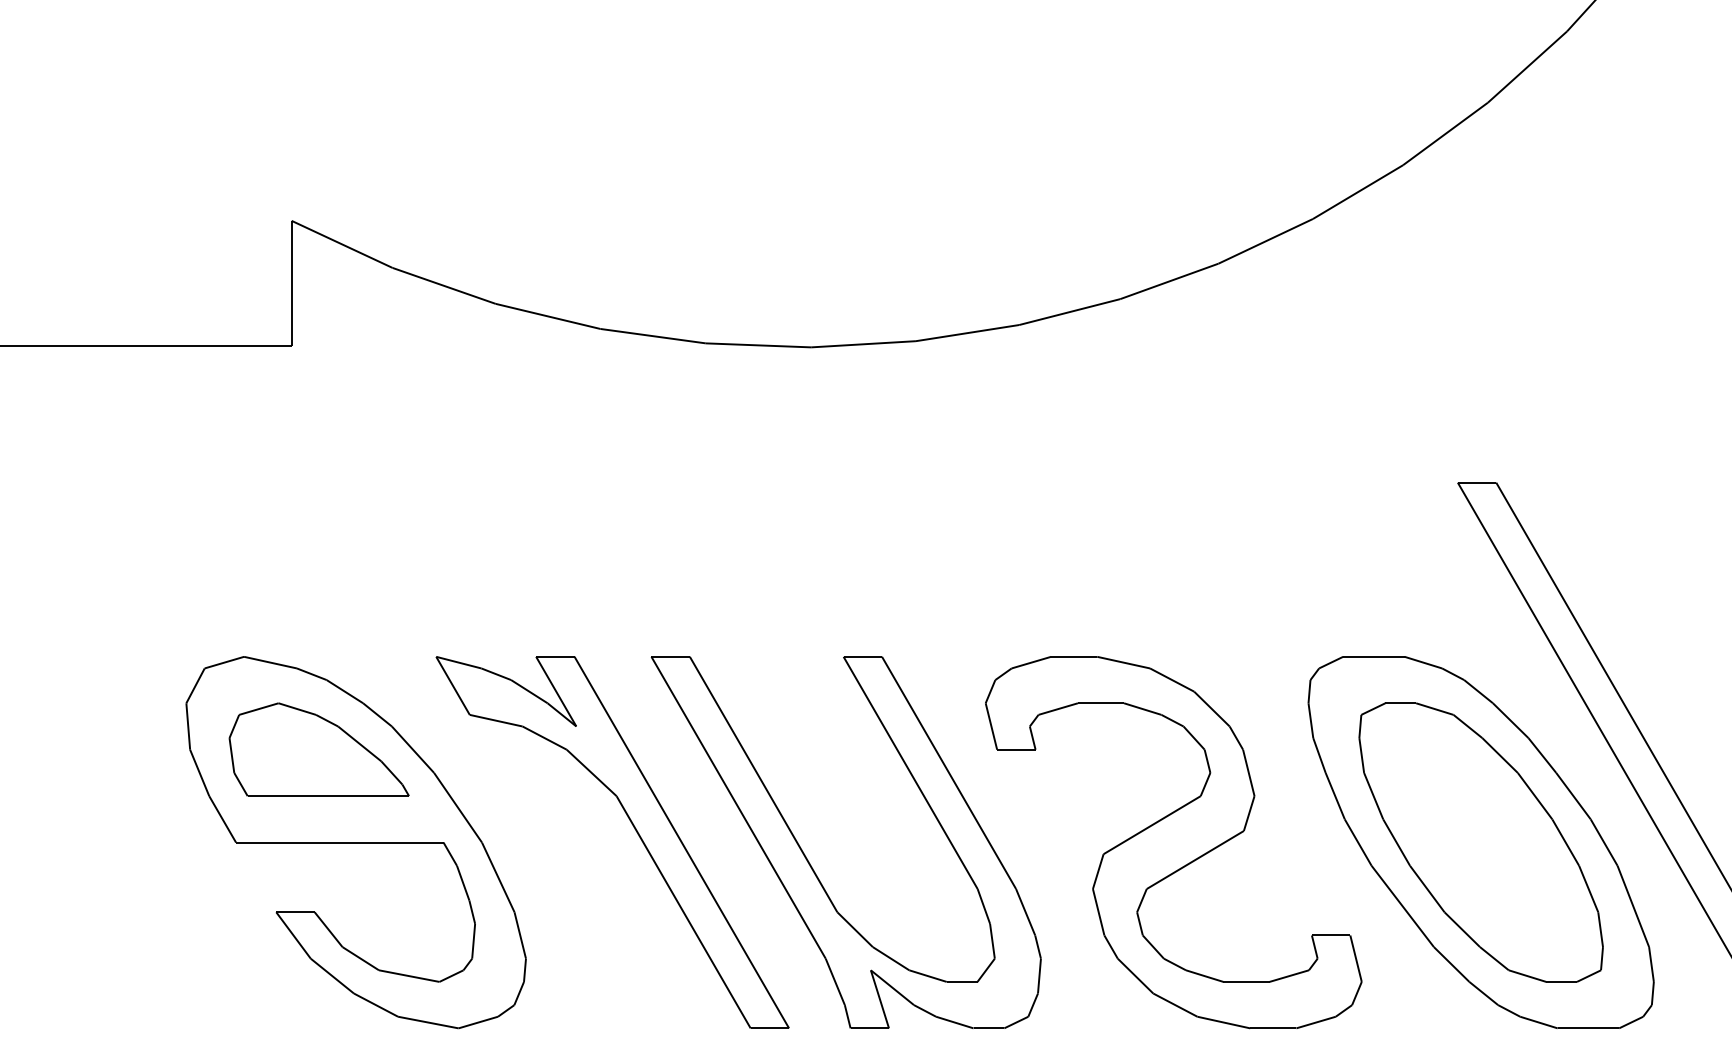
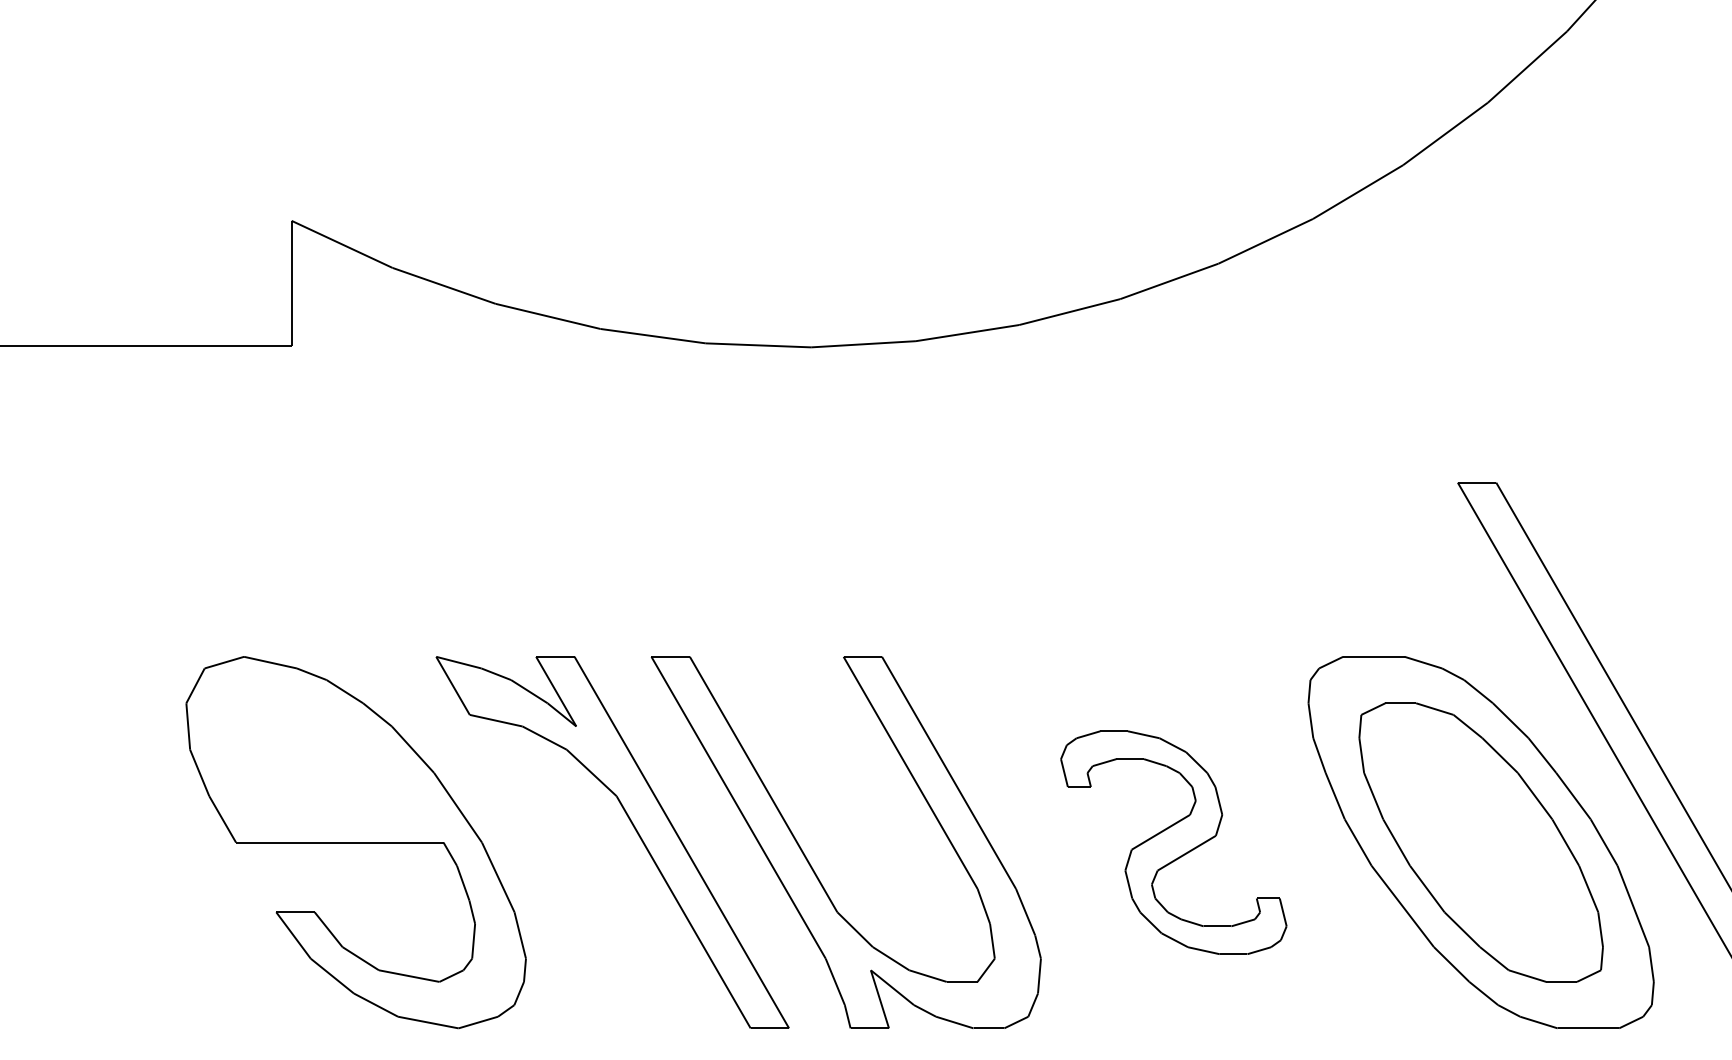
part at (318, 749): present -> none
part at (1173, 842) size: 378x374 px -> 228x225 px
